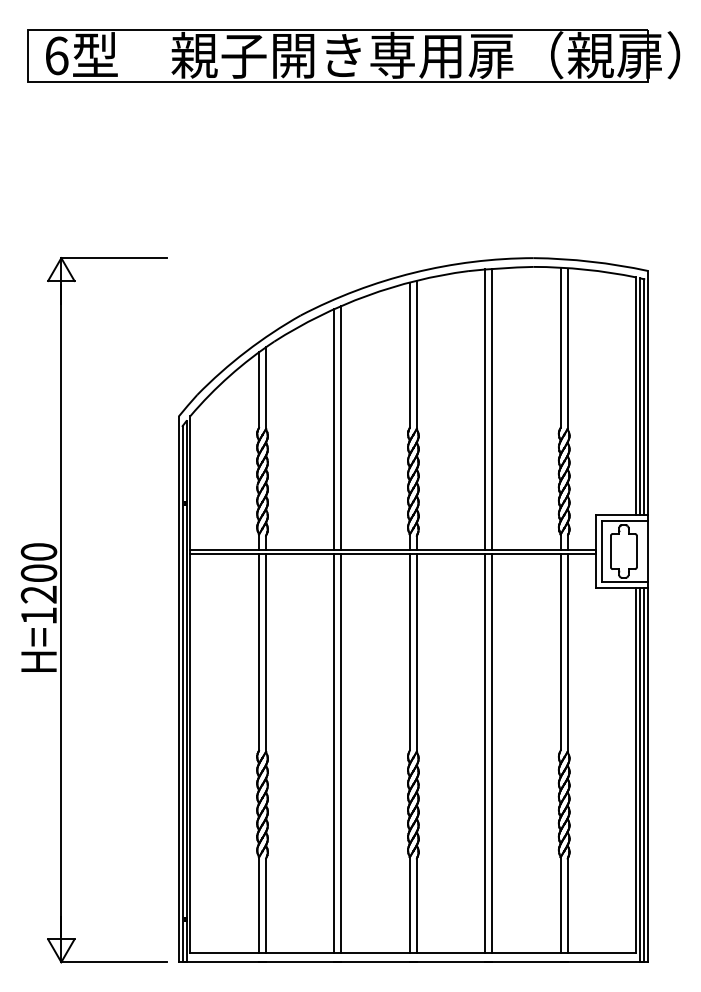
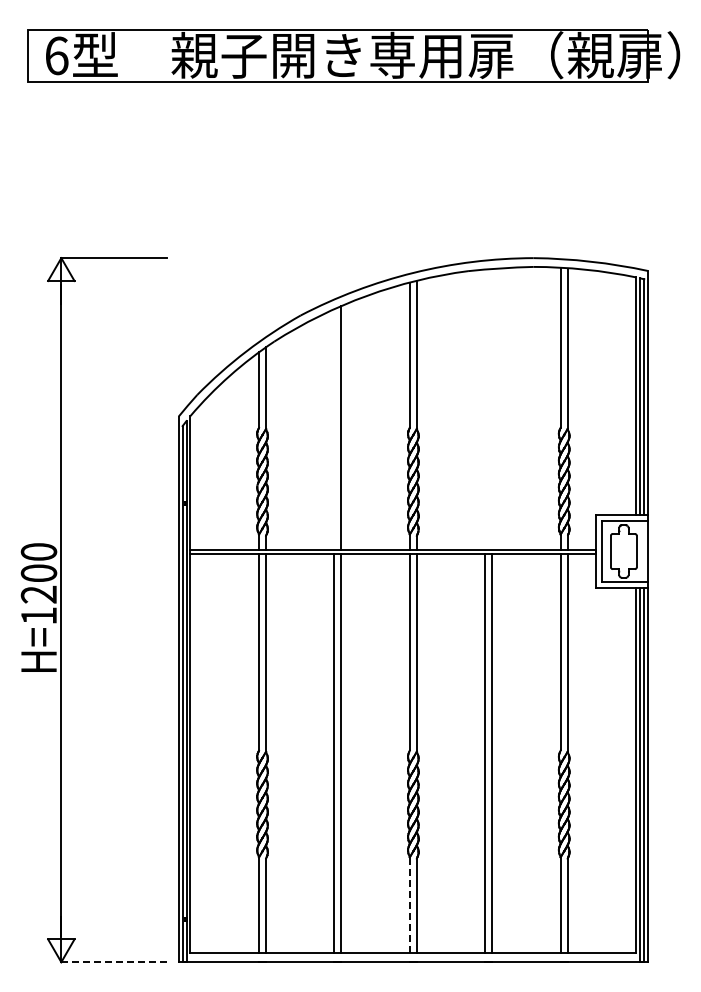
line at (492, 408): present -> none
line at (485, 409): present -> none
line at (334, 429): present -> none
line at (409, 905): solid -> dashed
line at (113, 962): solid -> dashed
